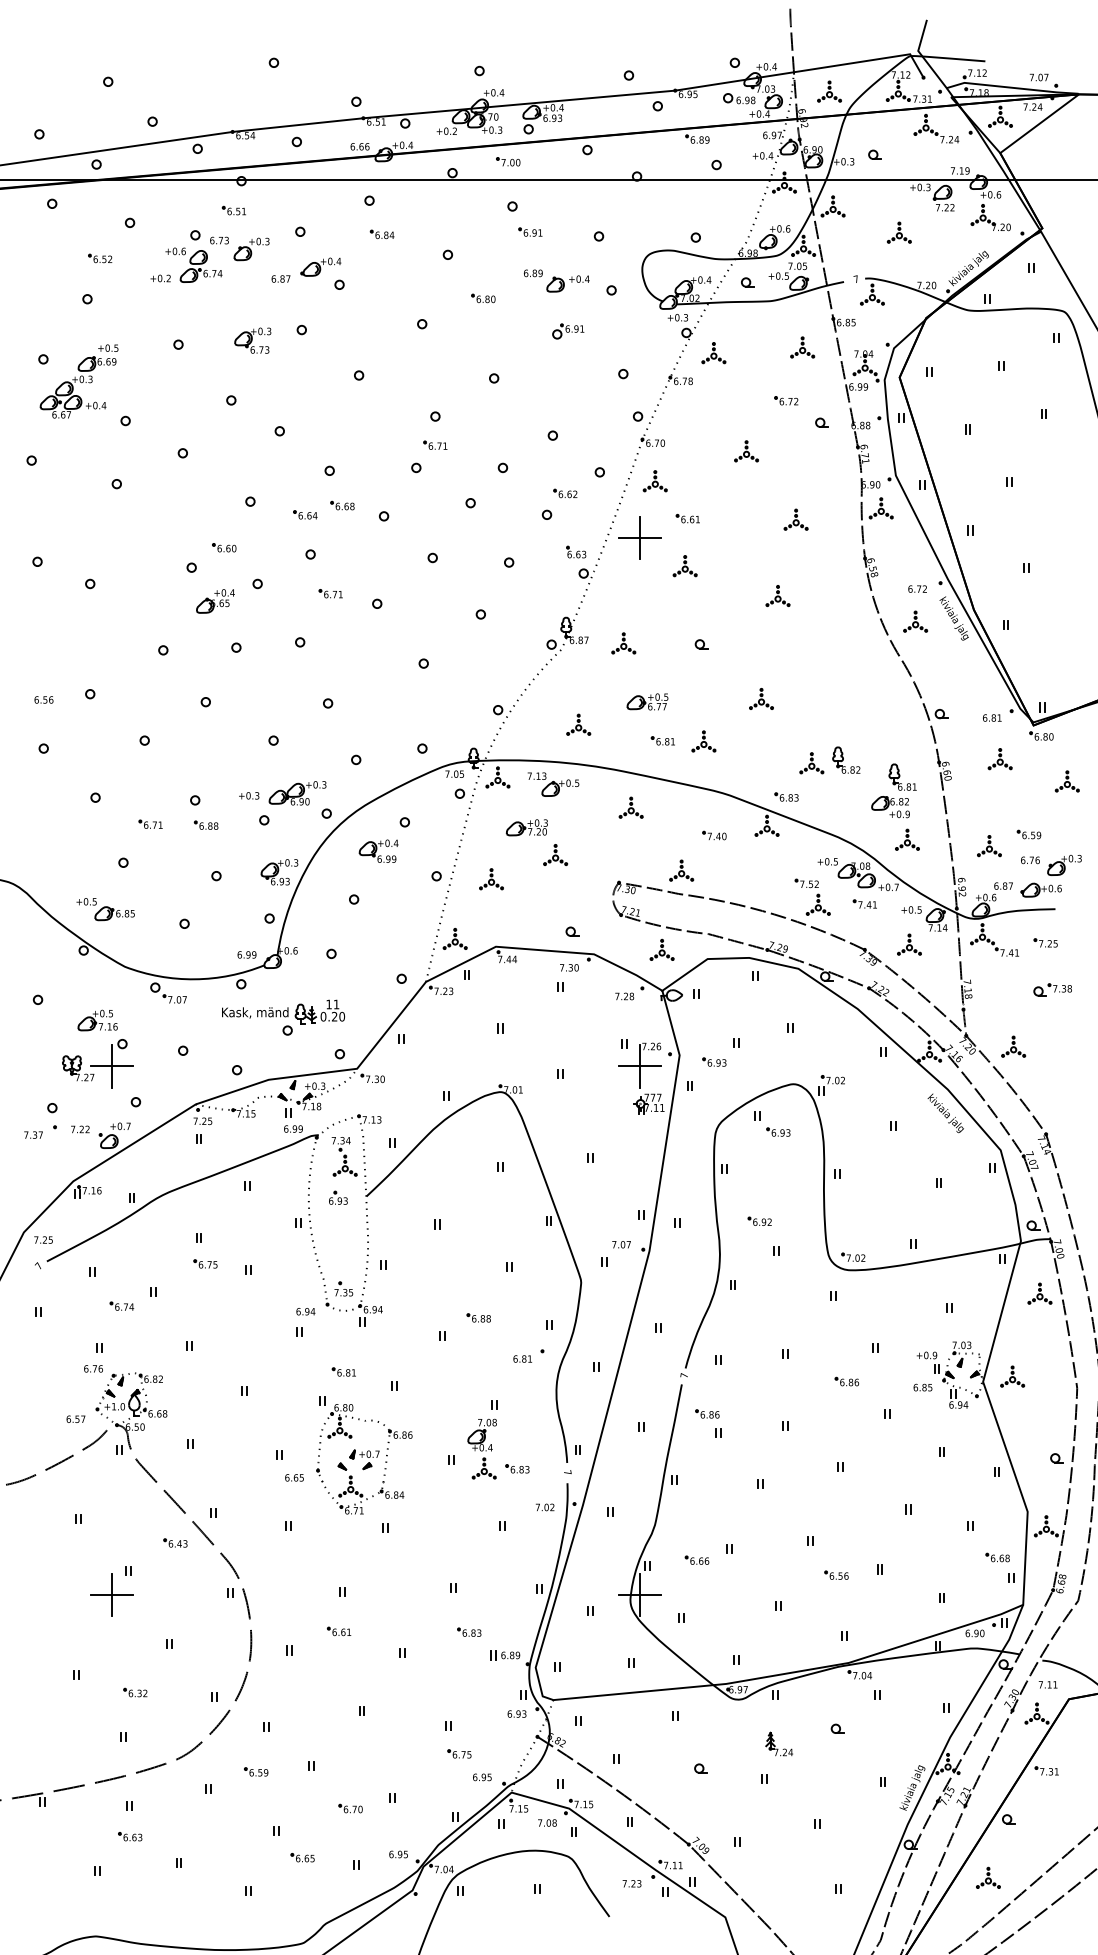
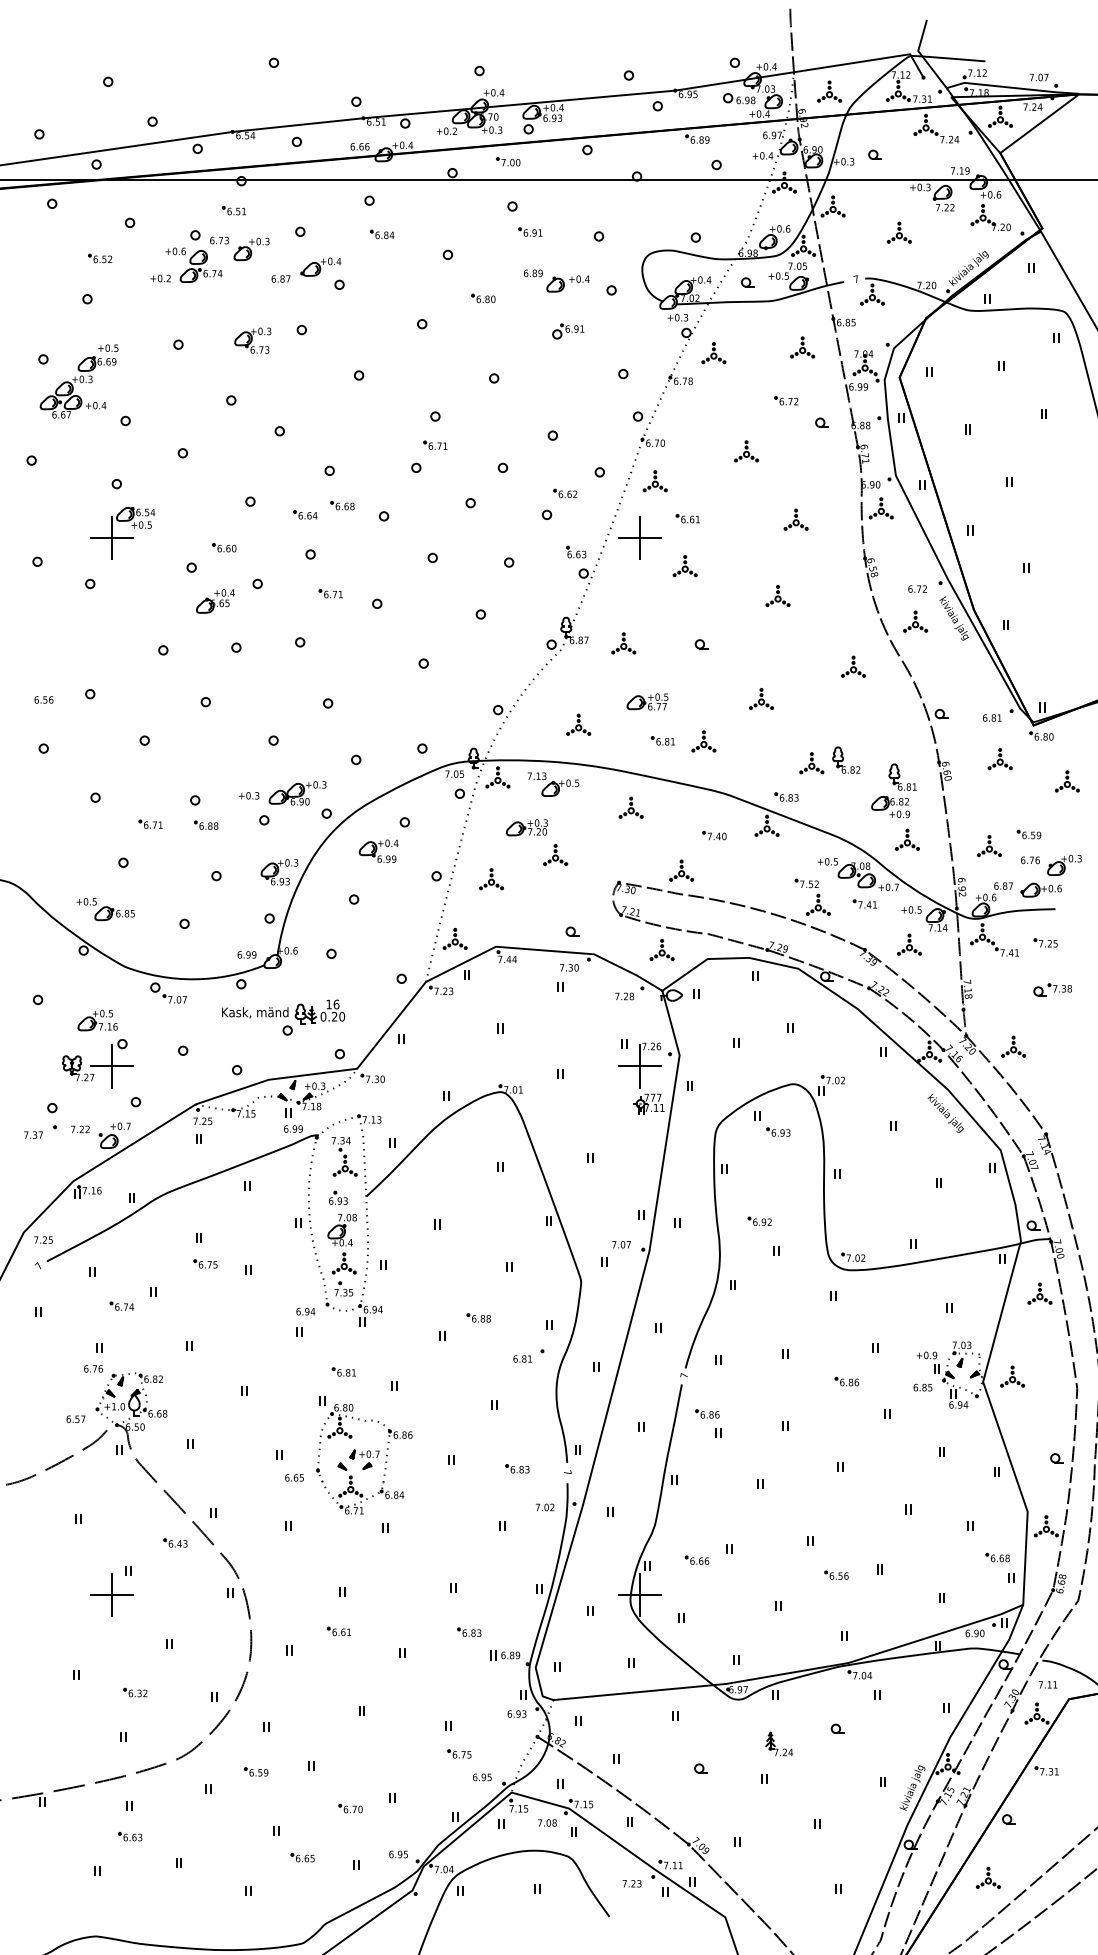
part at (122, 532): none -> present
part at (853, 666): none -> present
text at (336, 1004): 11 -> 16
part at (714, 1061): present -> none
part at (481, 1448) position: (481, 1448) -> (341, 1243)
